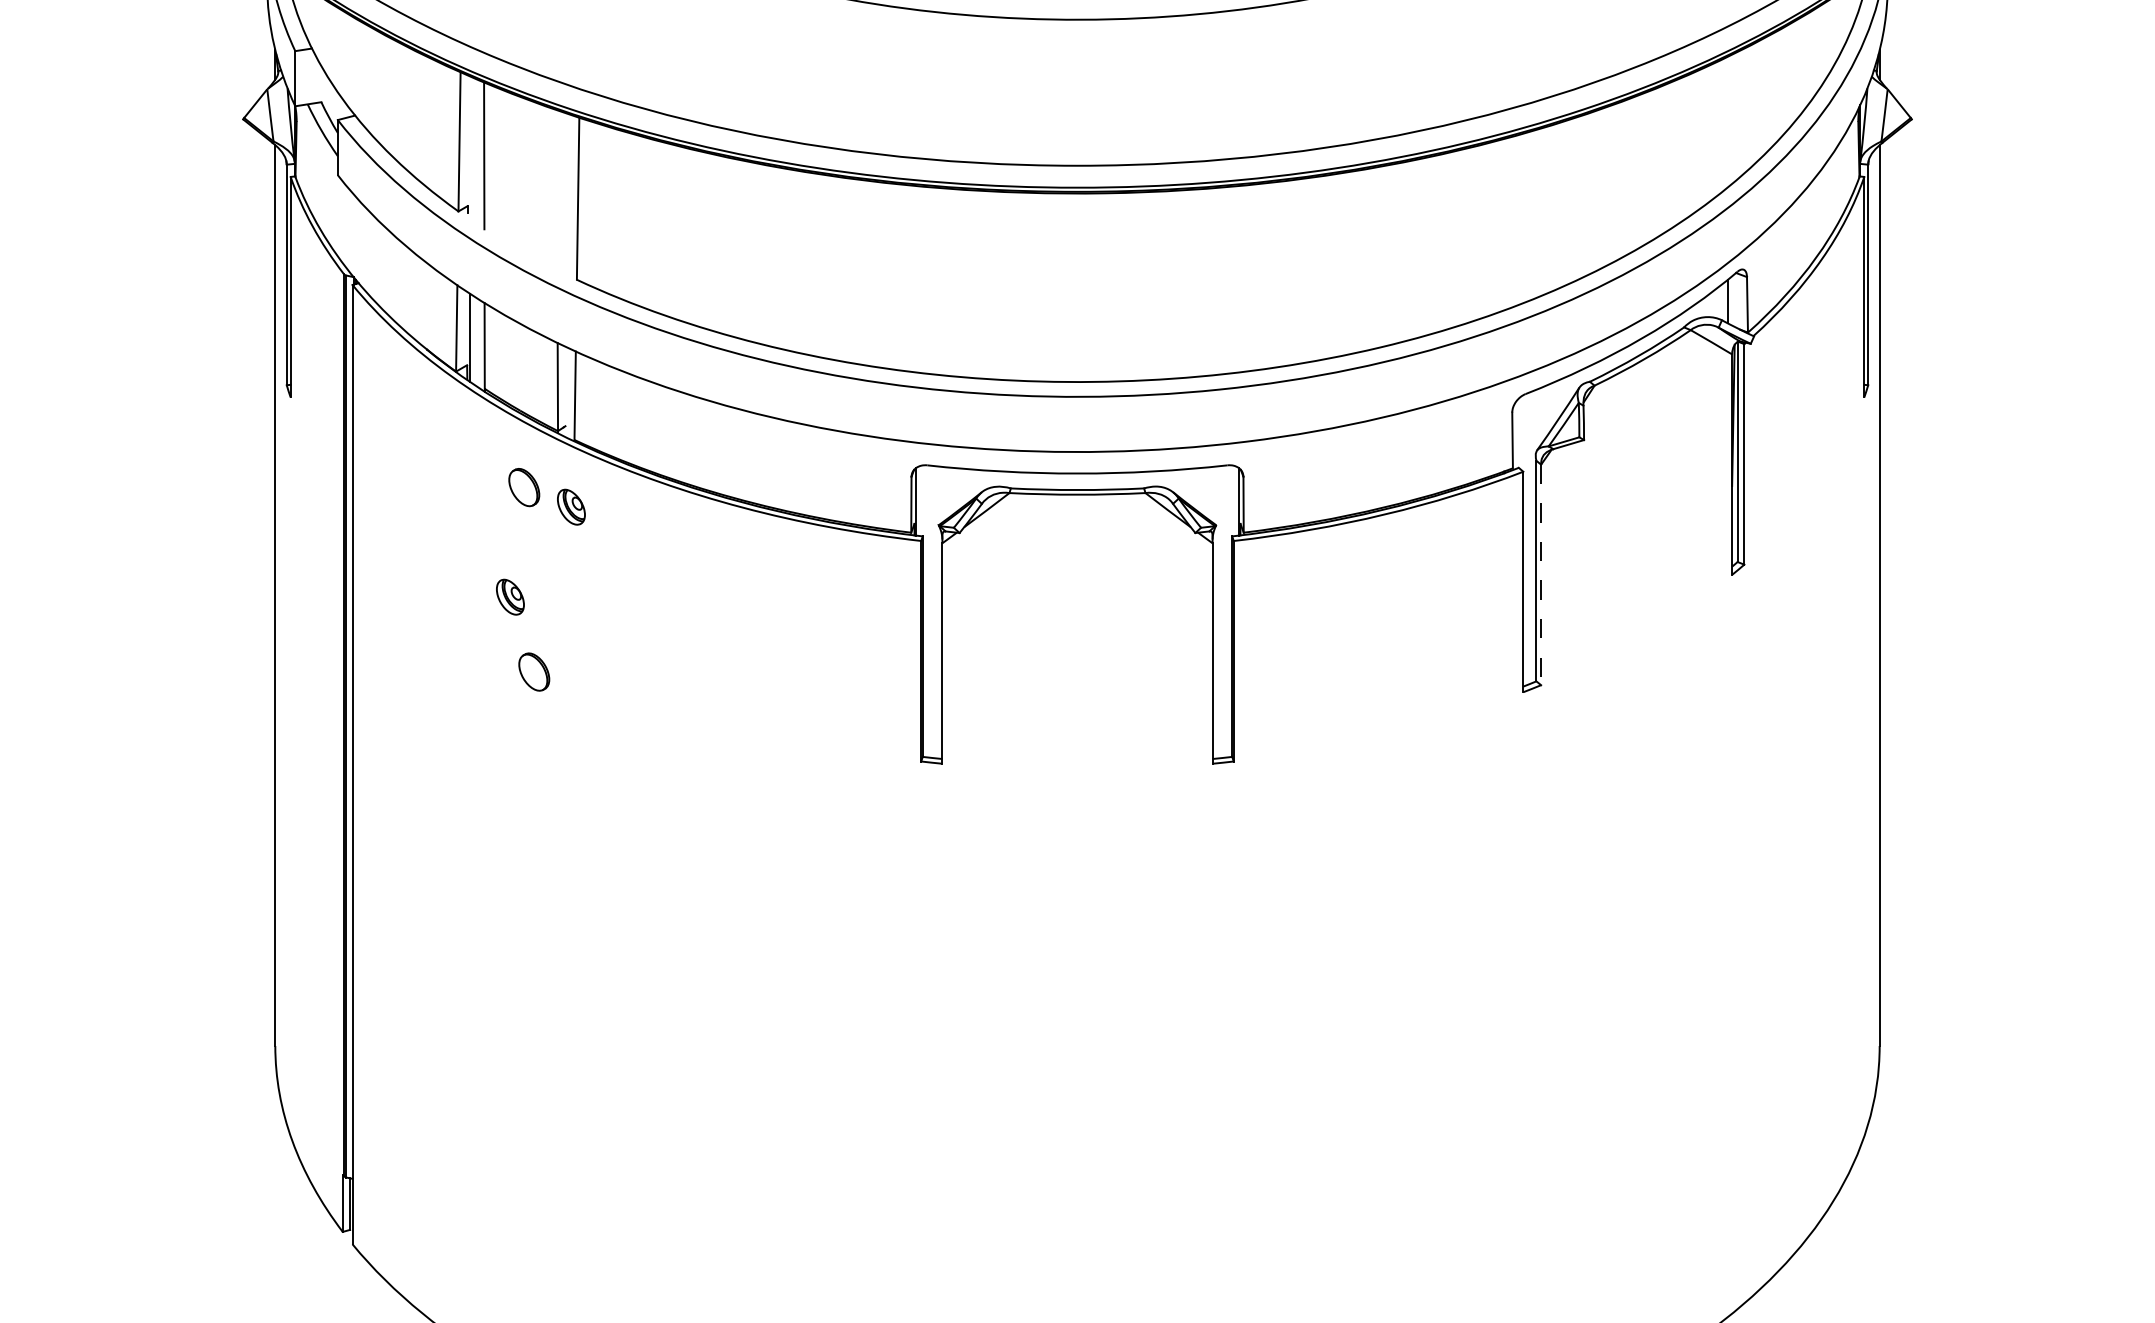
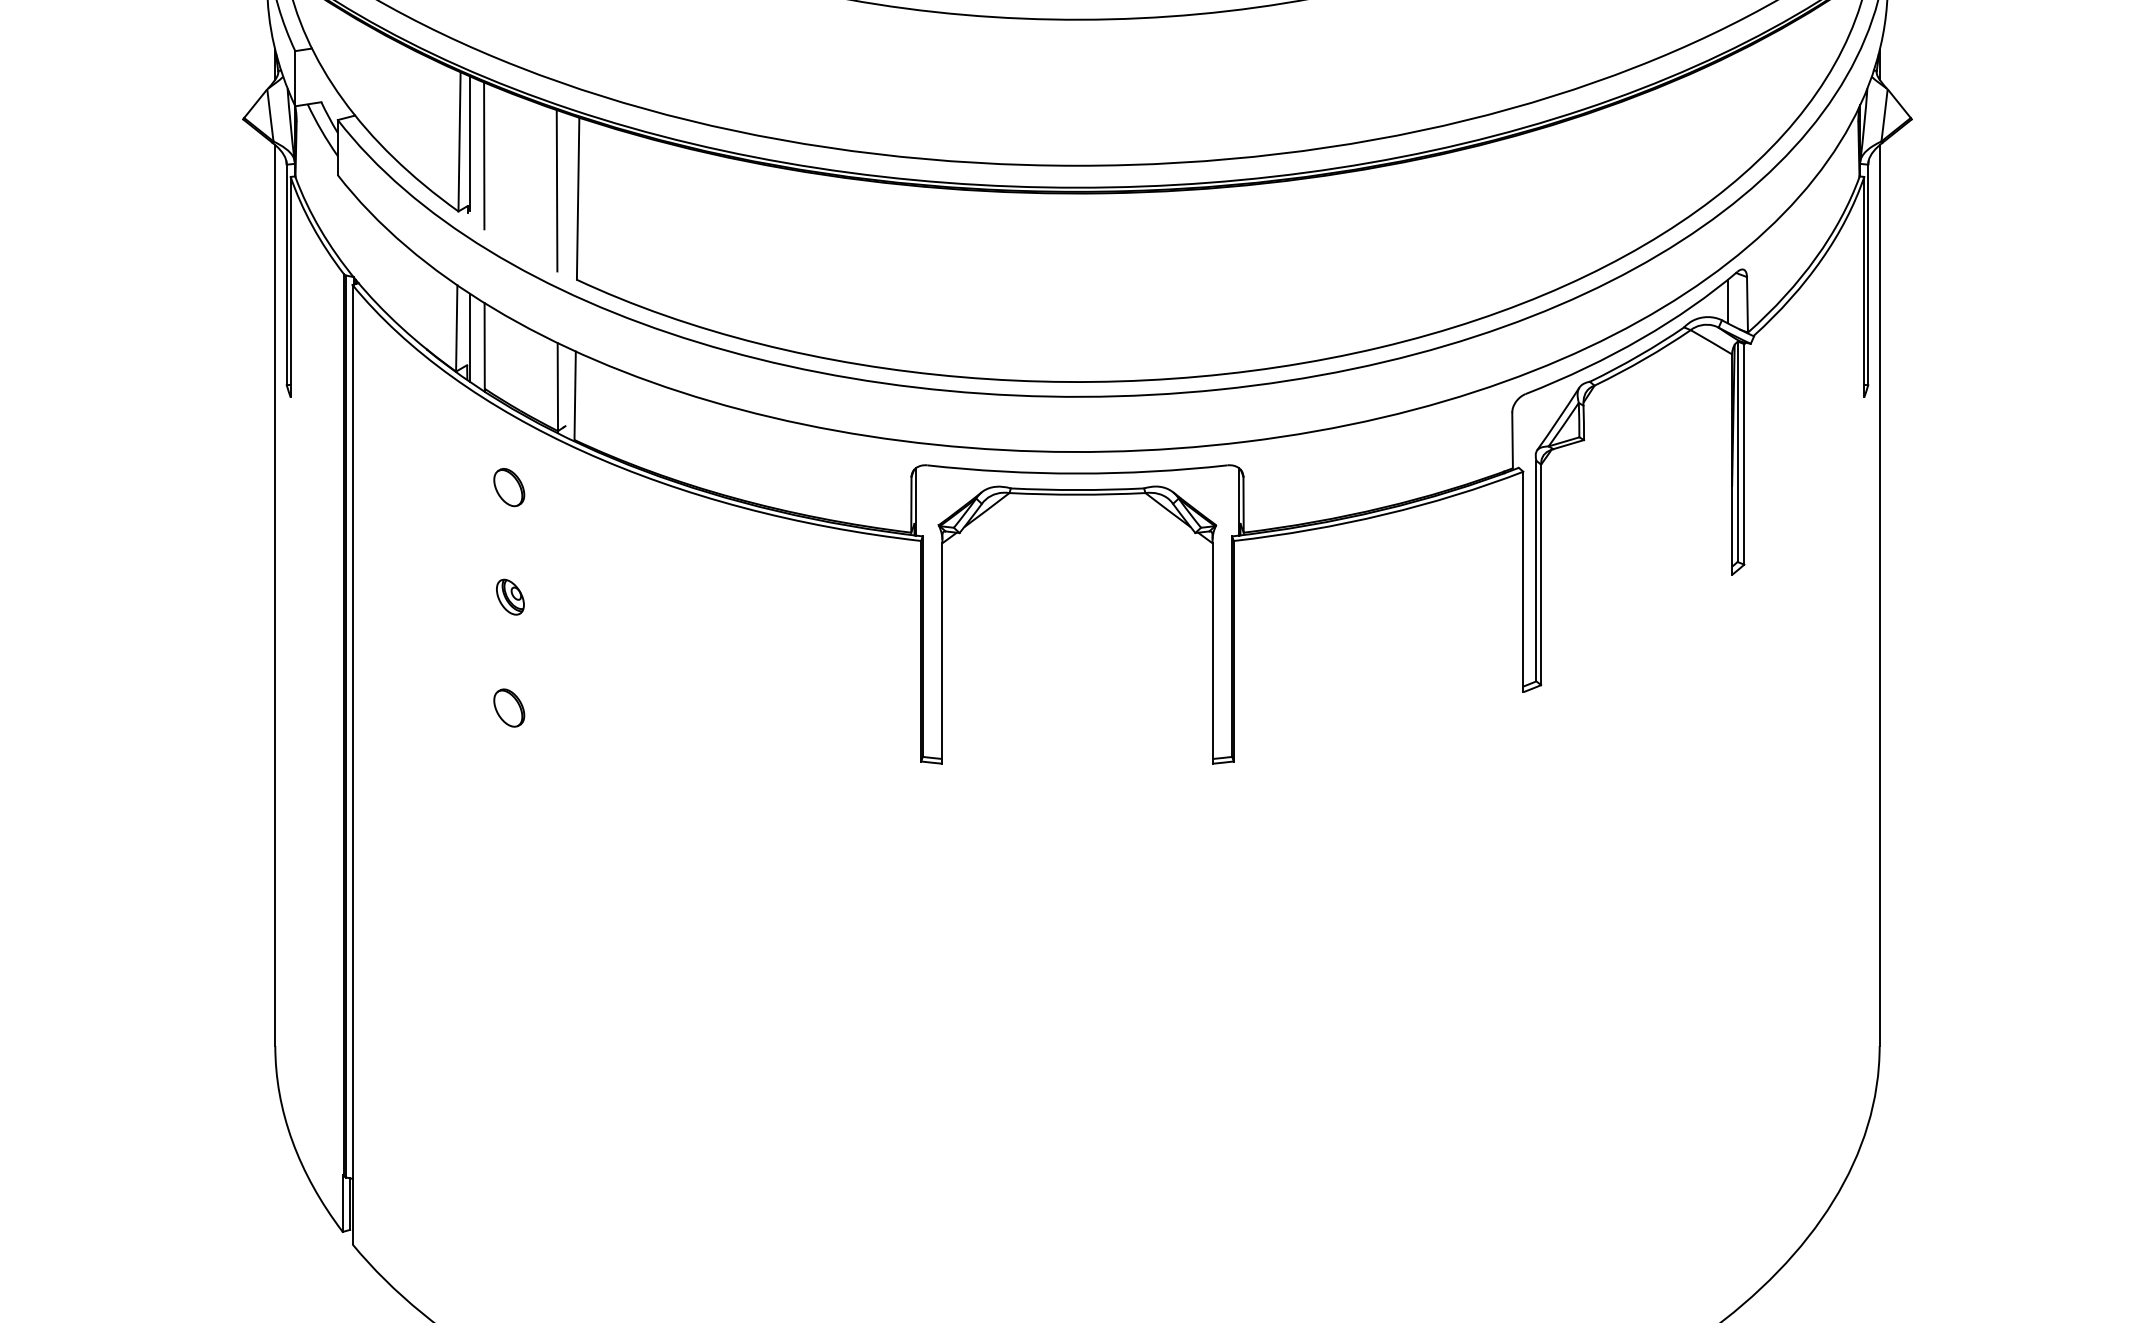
line at (470, 143): none -> present
line at (556, 190): none -> present
part at (524, 487) position: (524, 487) -> (509, 487)
part at (571, 506): present -> none
line at (1541, 575): dashed -> solid
part at (534, 671) position: (534, 671) -> (509, 707)
